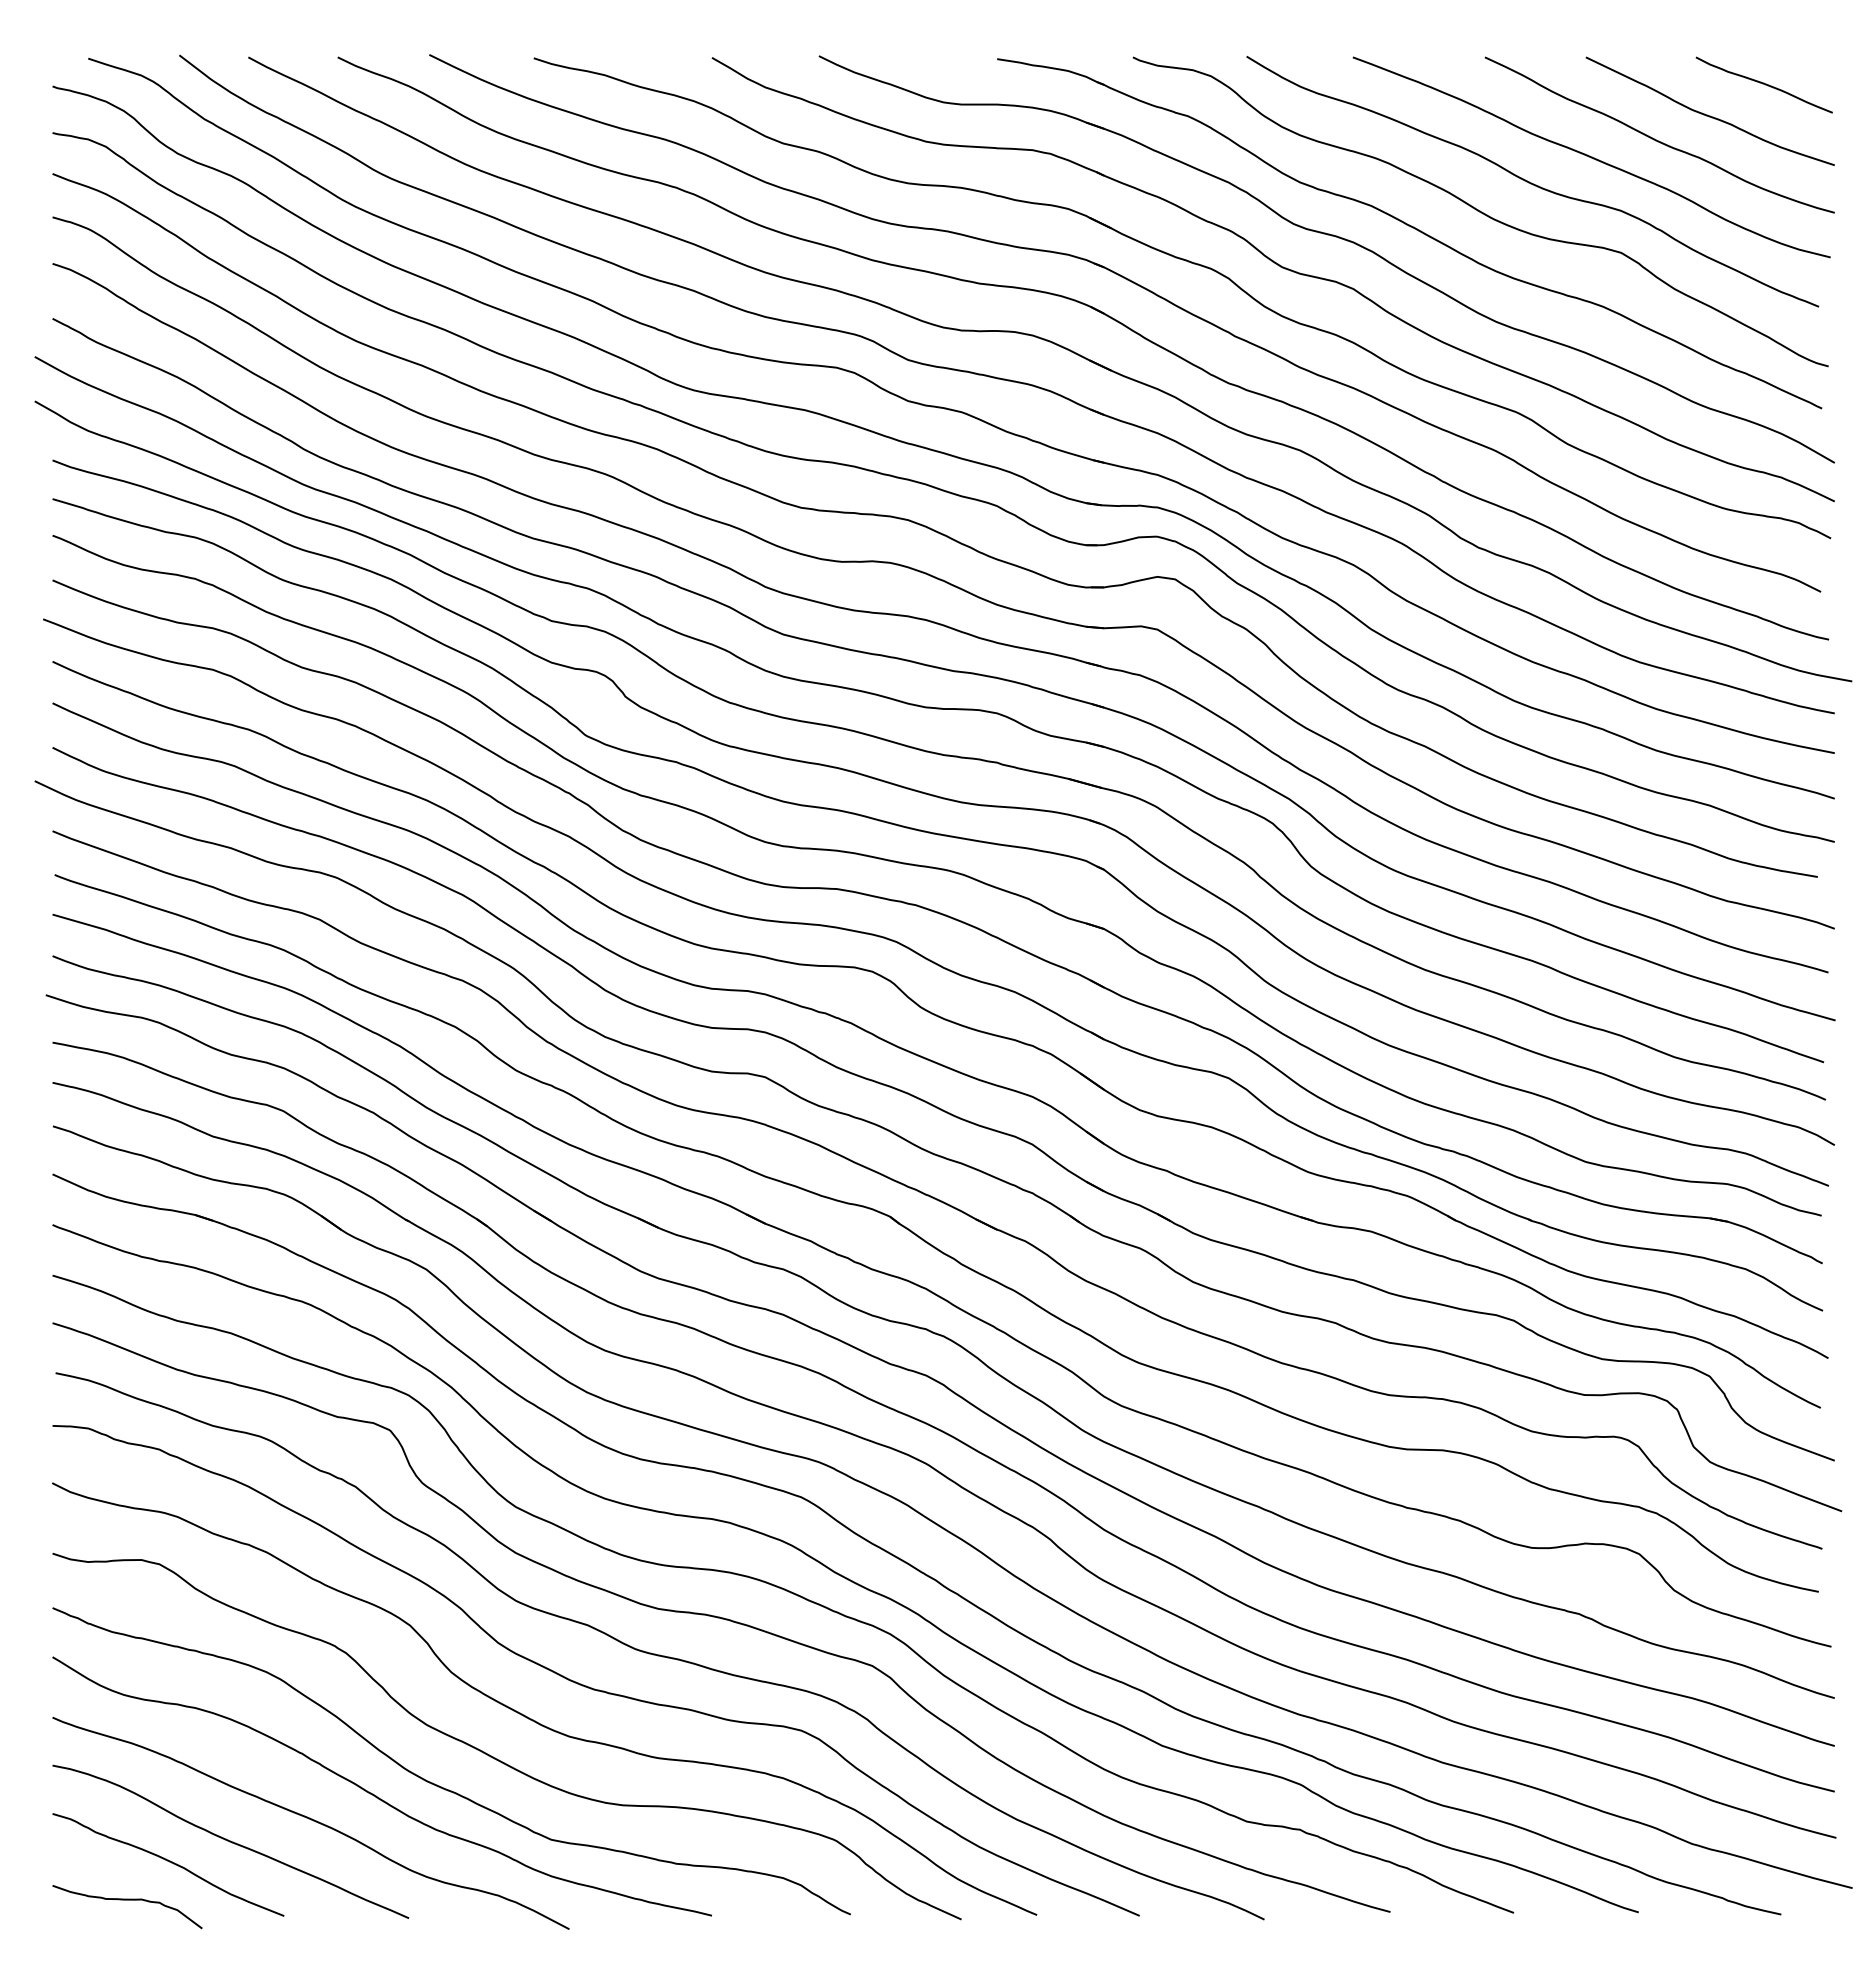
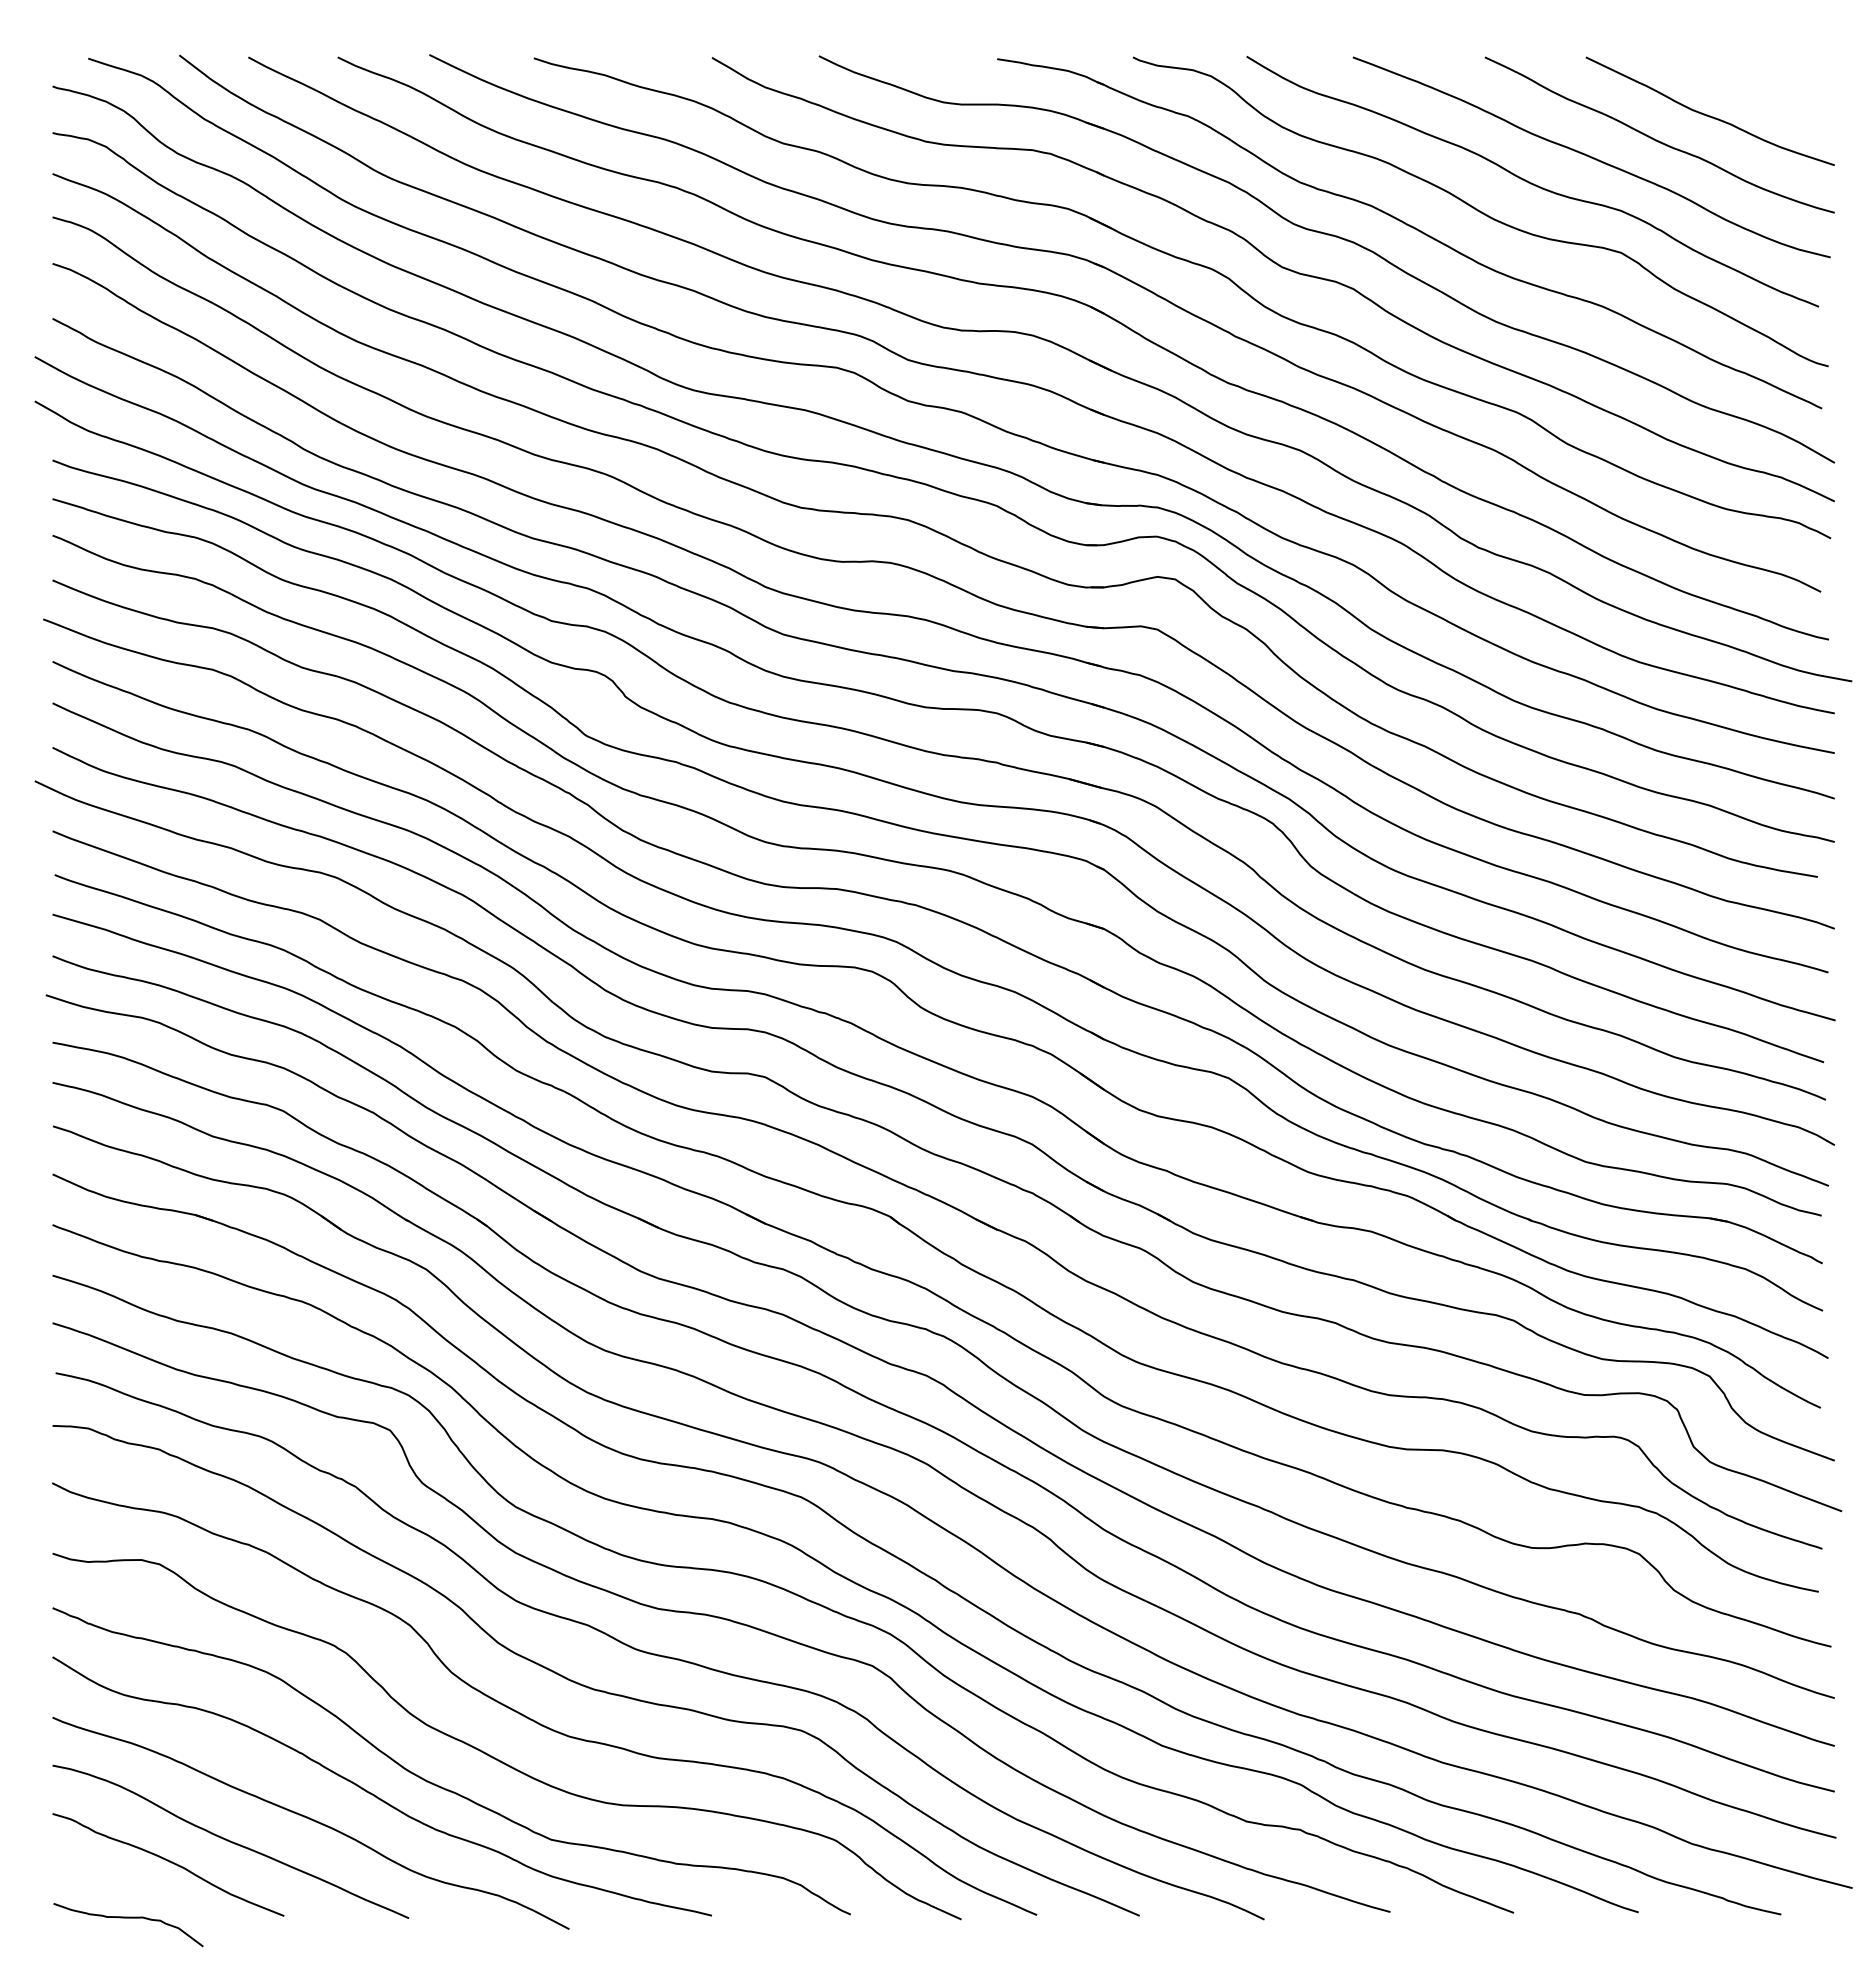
curve at (1763, 84): present -> none
curve at (127, 1900) position: (127, 1900) -> (128, 1918)
